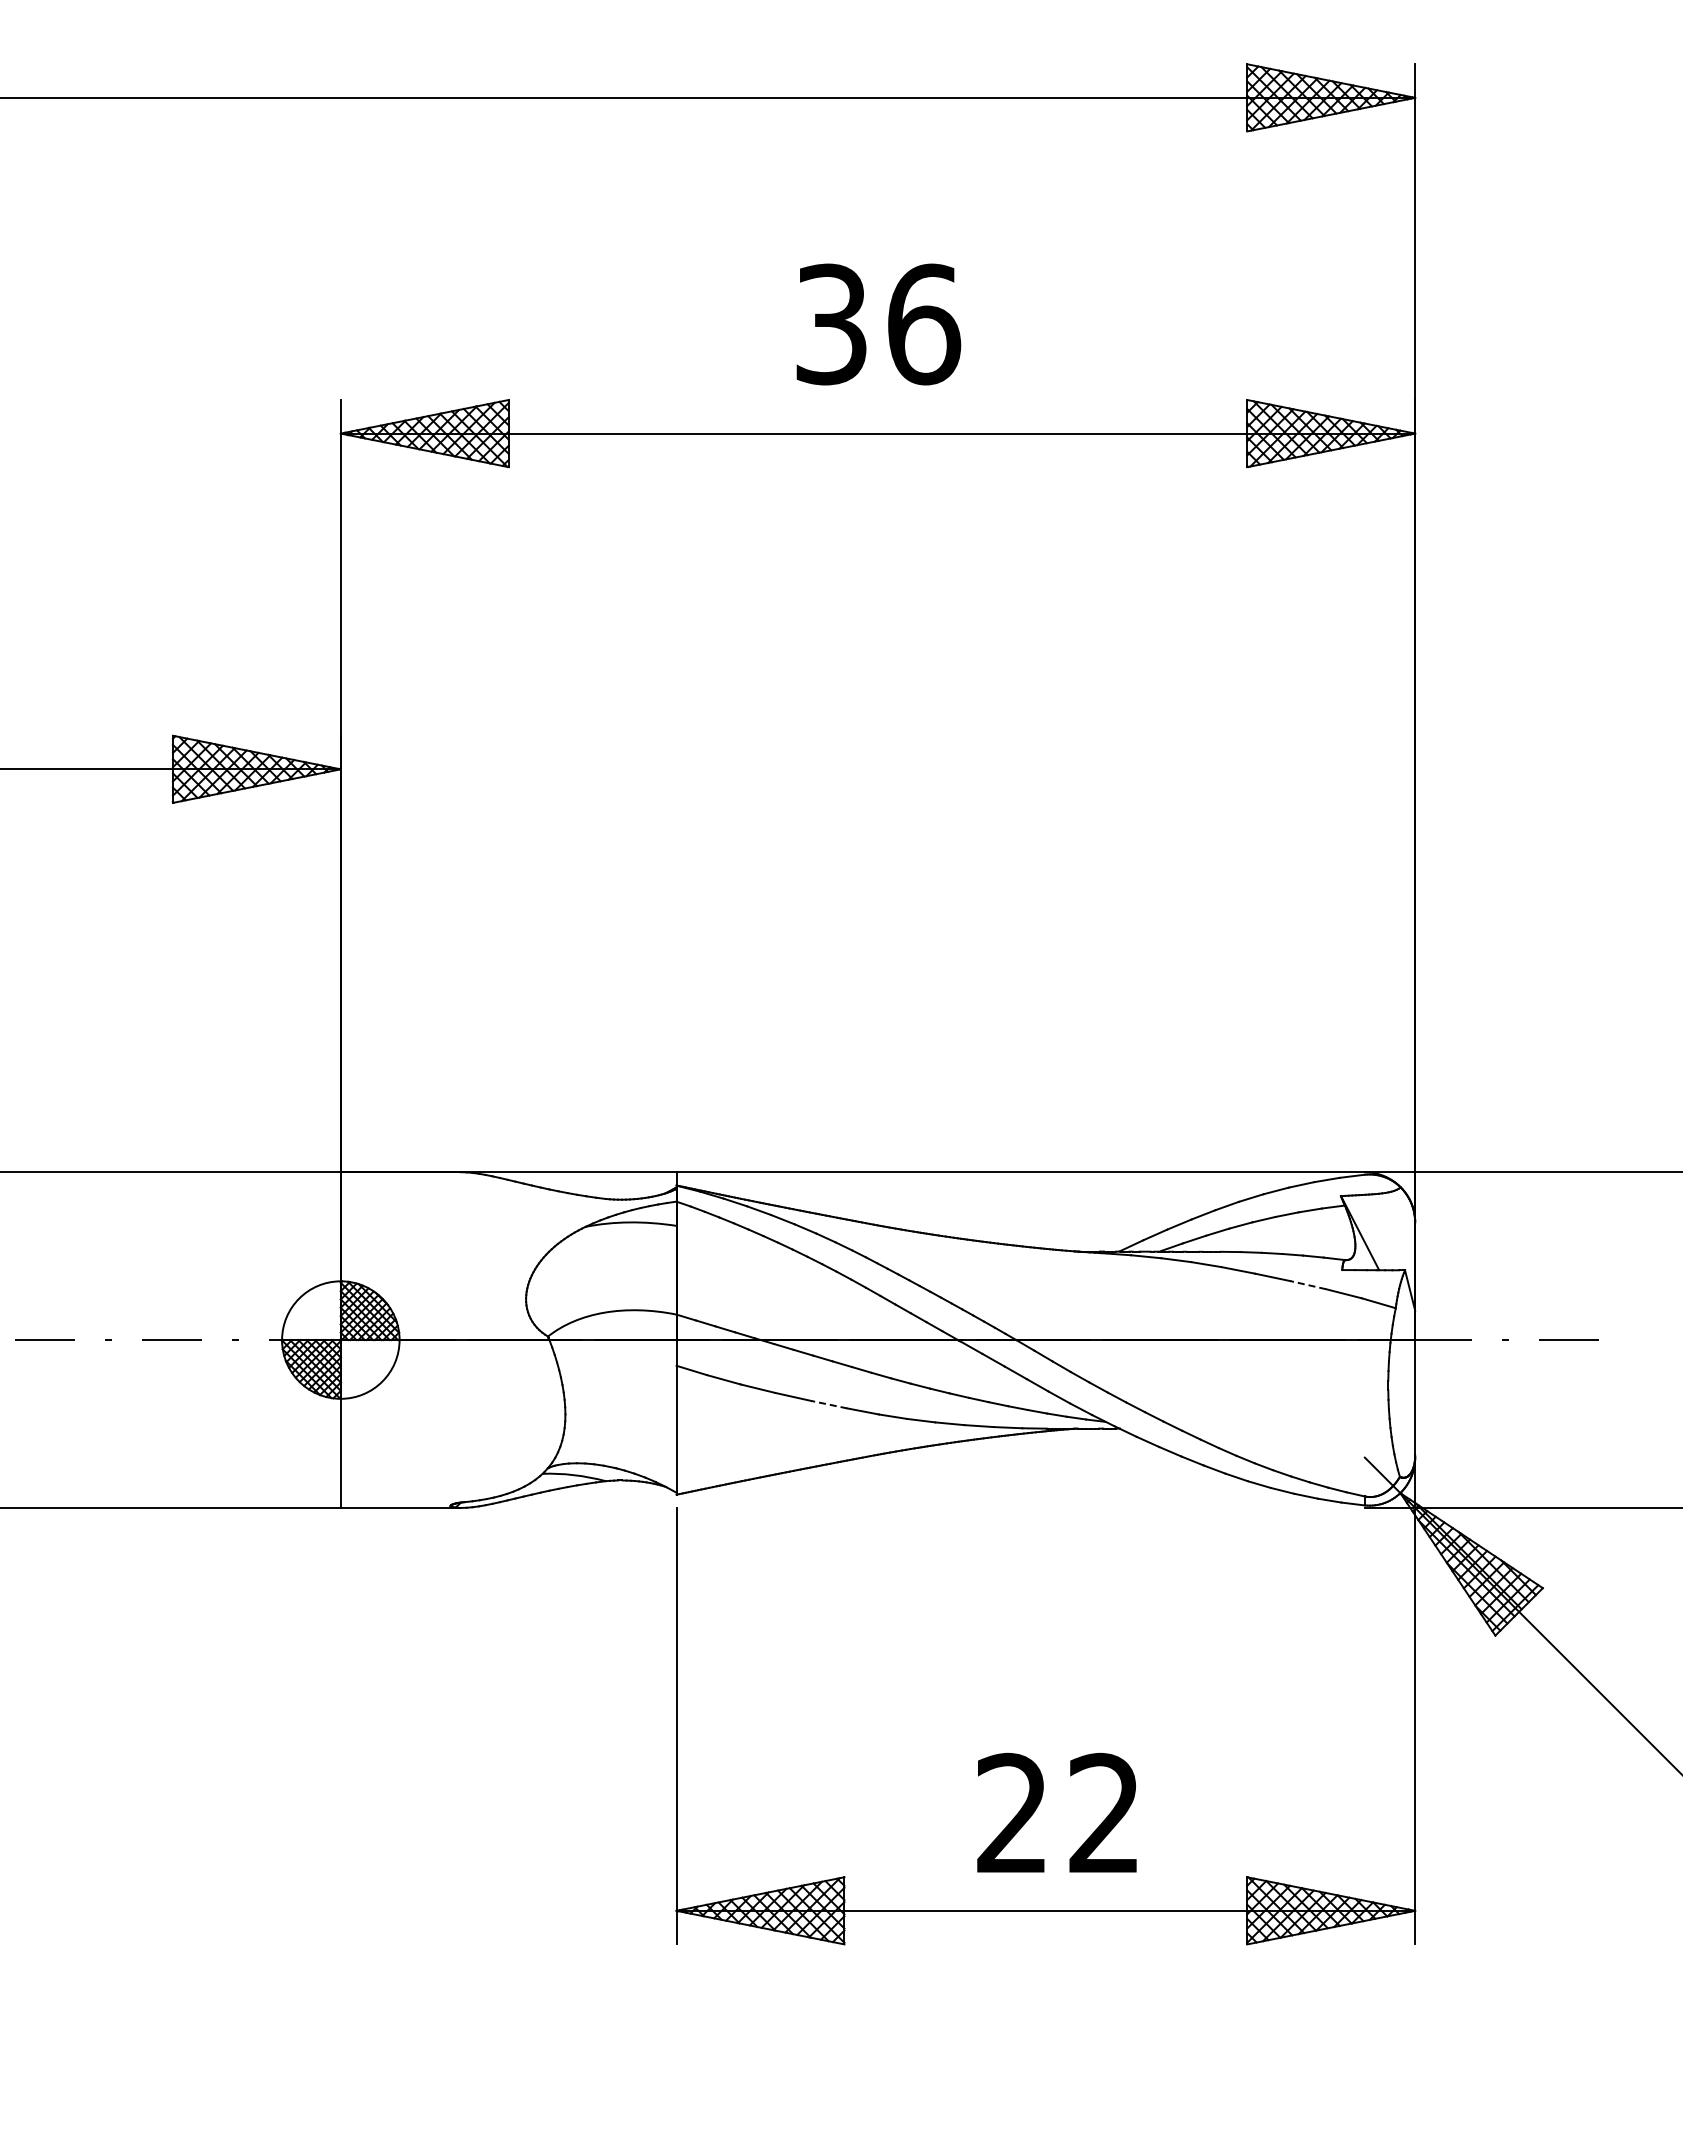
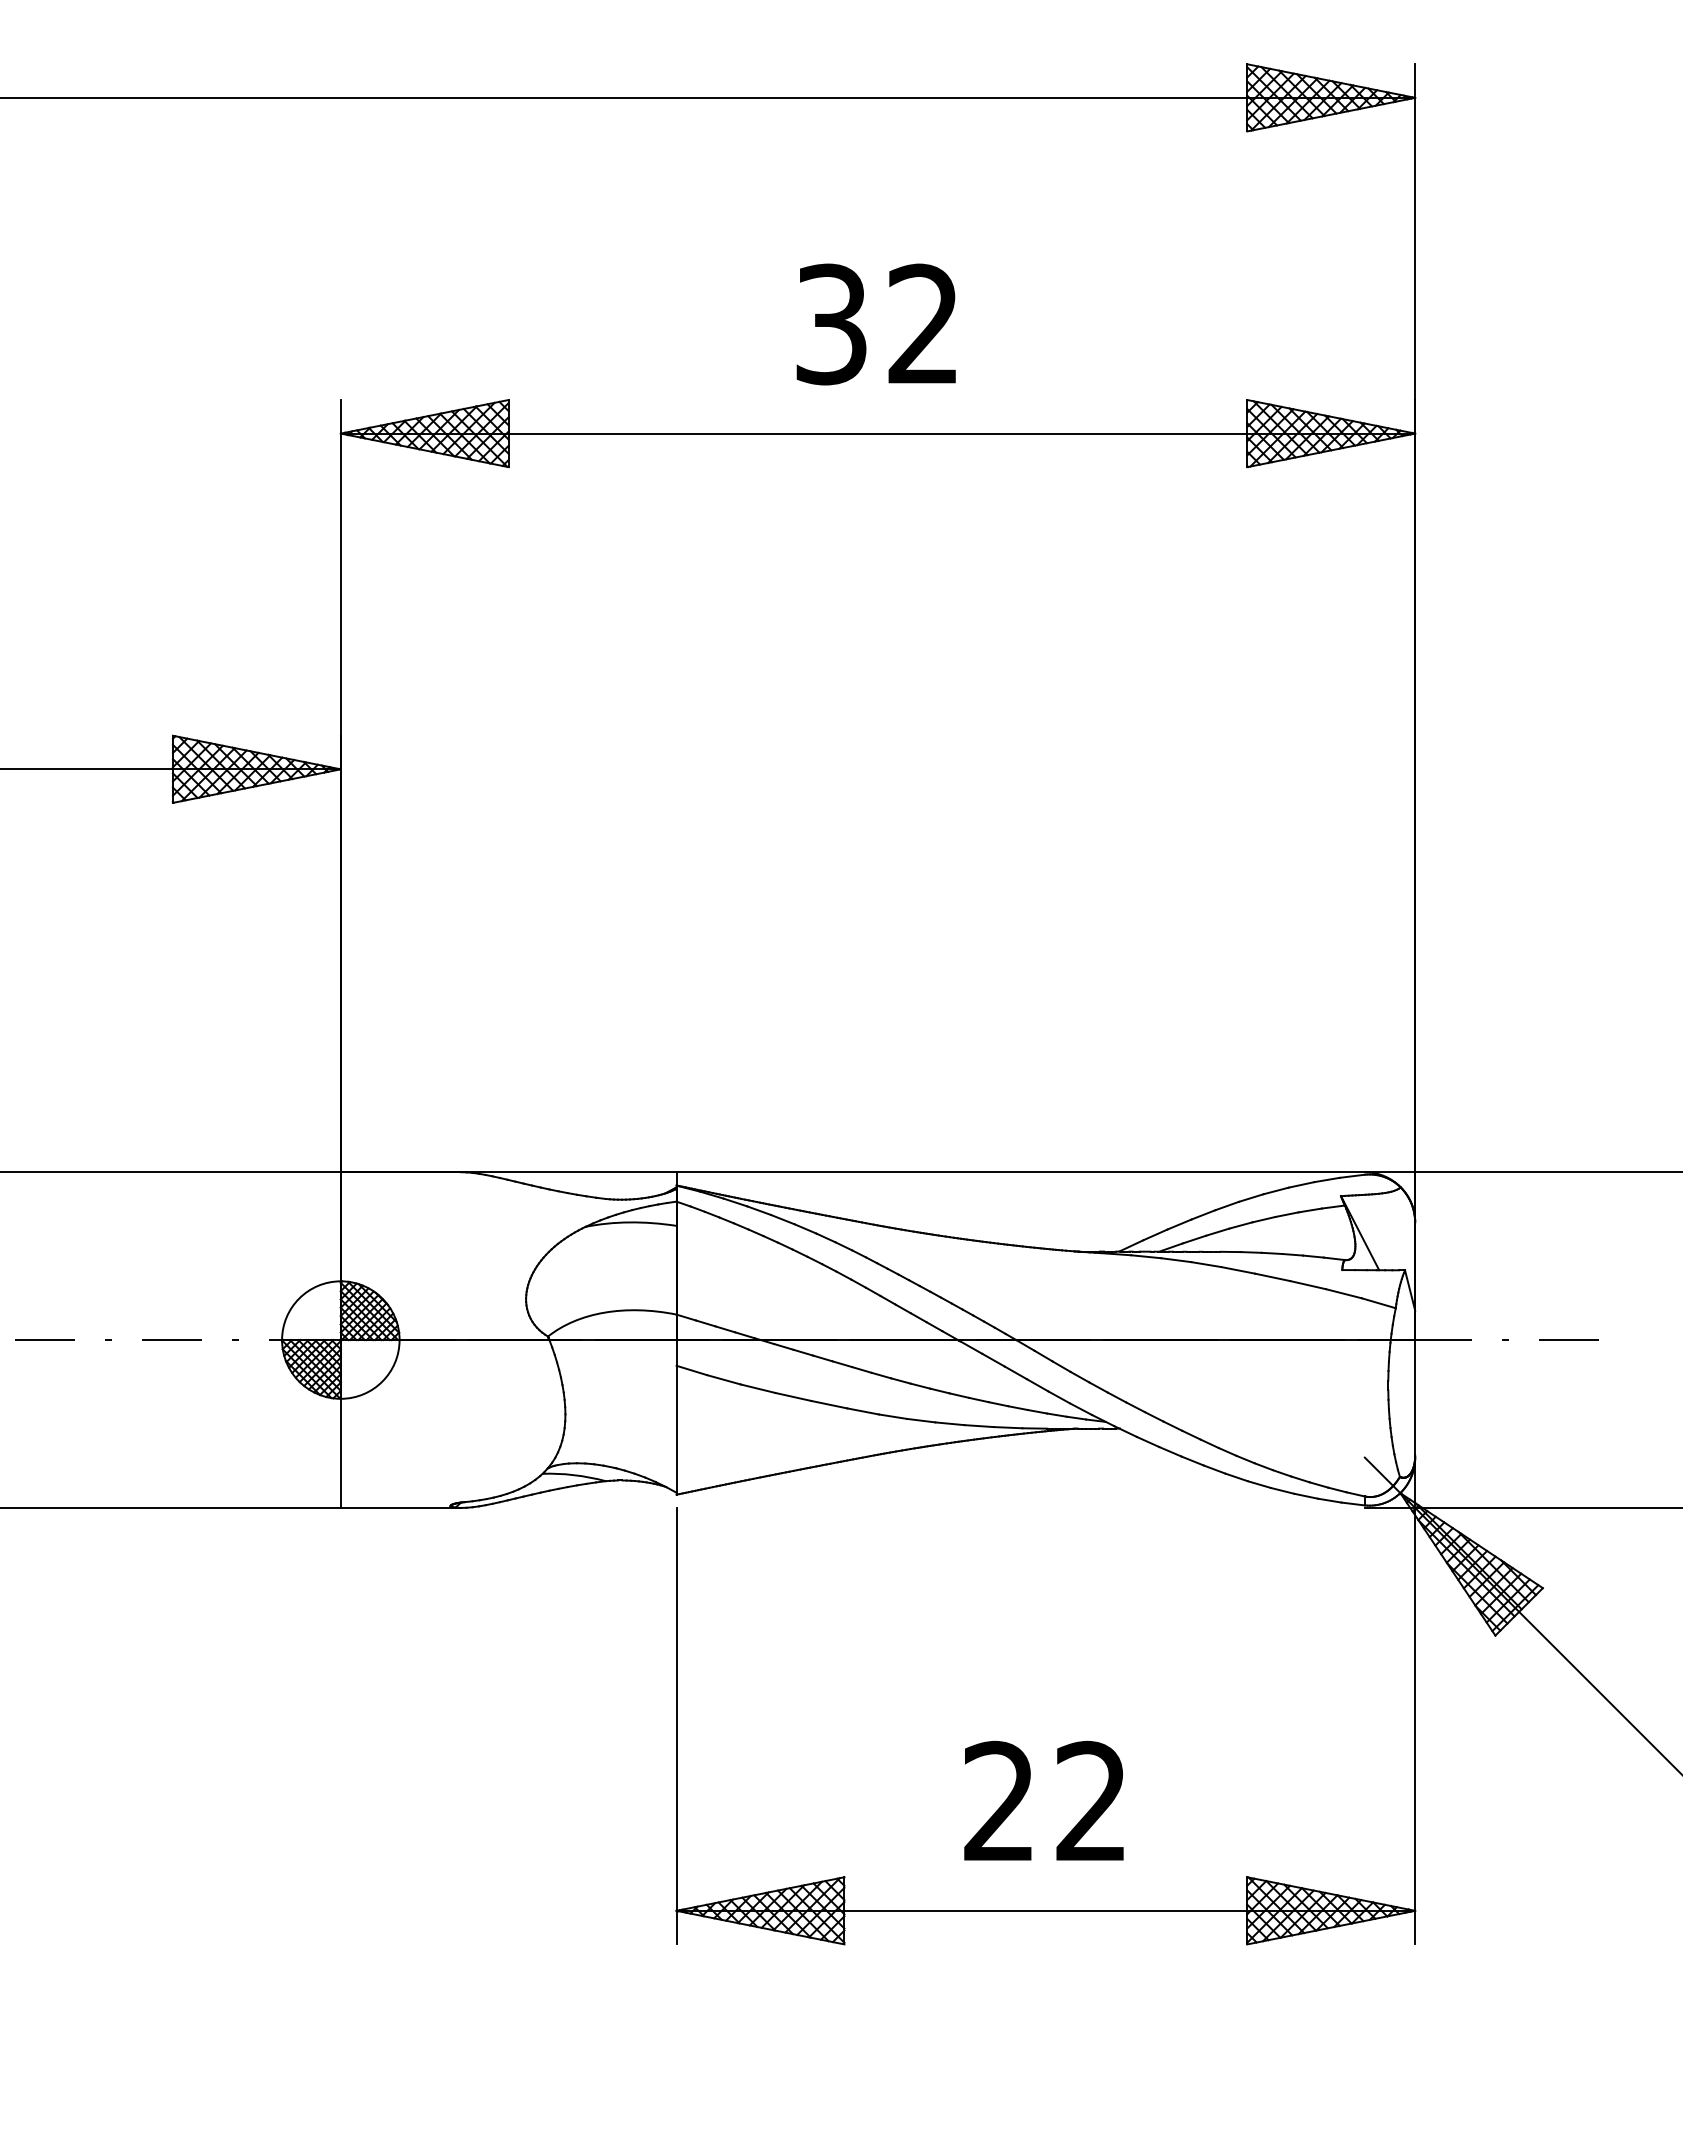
text at (924, 324): 36 -> 32
line at (1307, 1285): dashed -> solid
line at (828, 1404): dashed -> solid
text at (1056, 1812) position: (1056, 1812) -> (1043, 1800)
